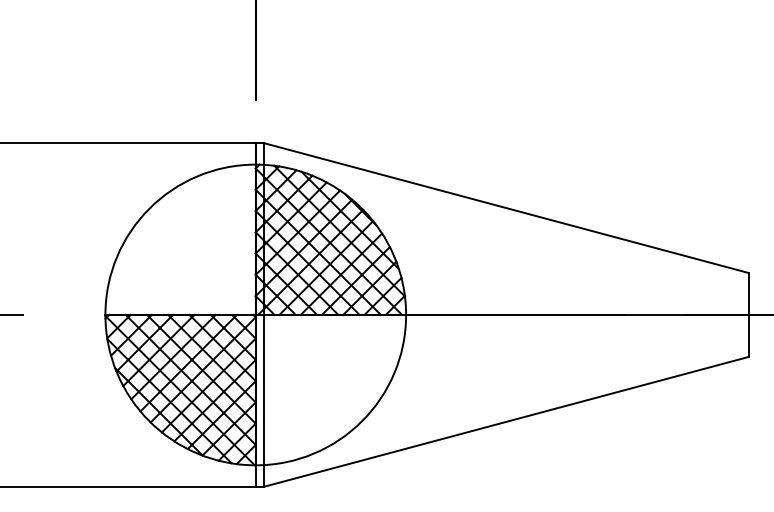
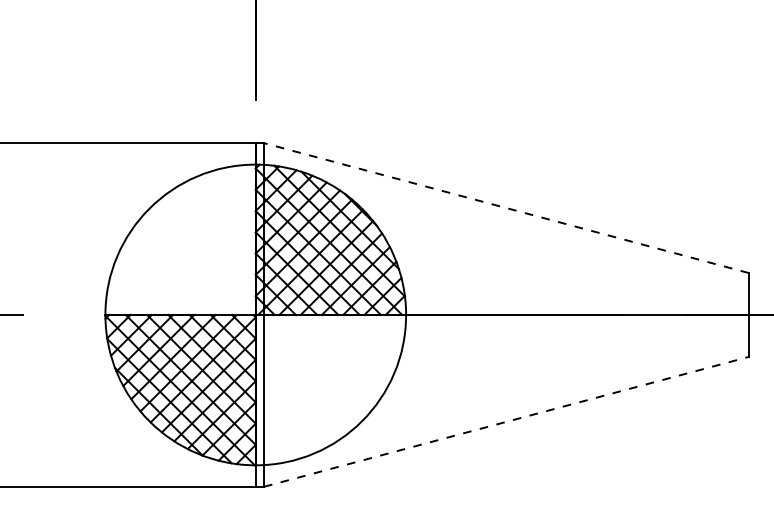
line at (506, 208): solid -> dashed
line at (506, 421): solid -> dashed
